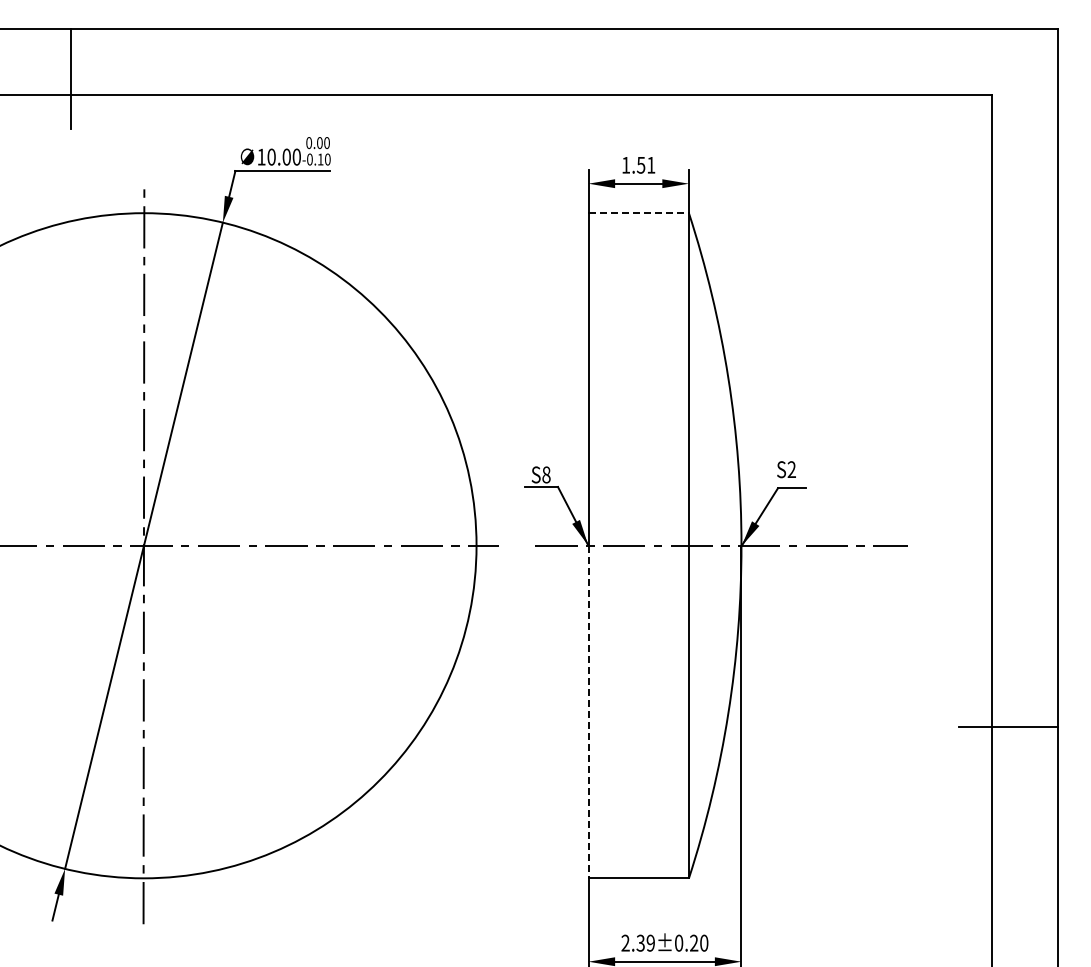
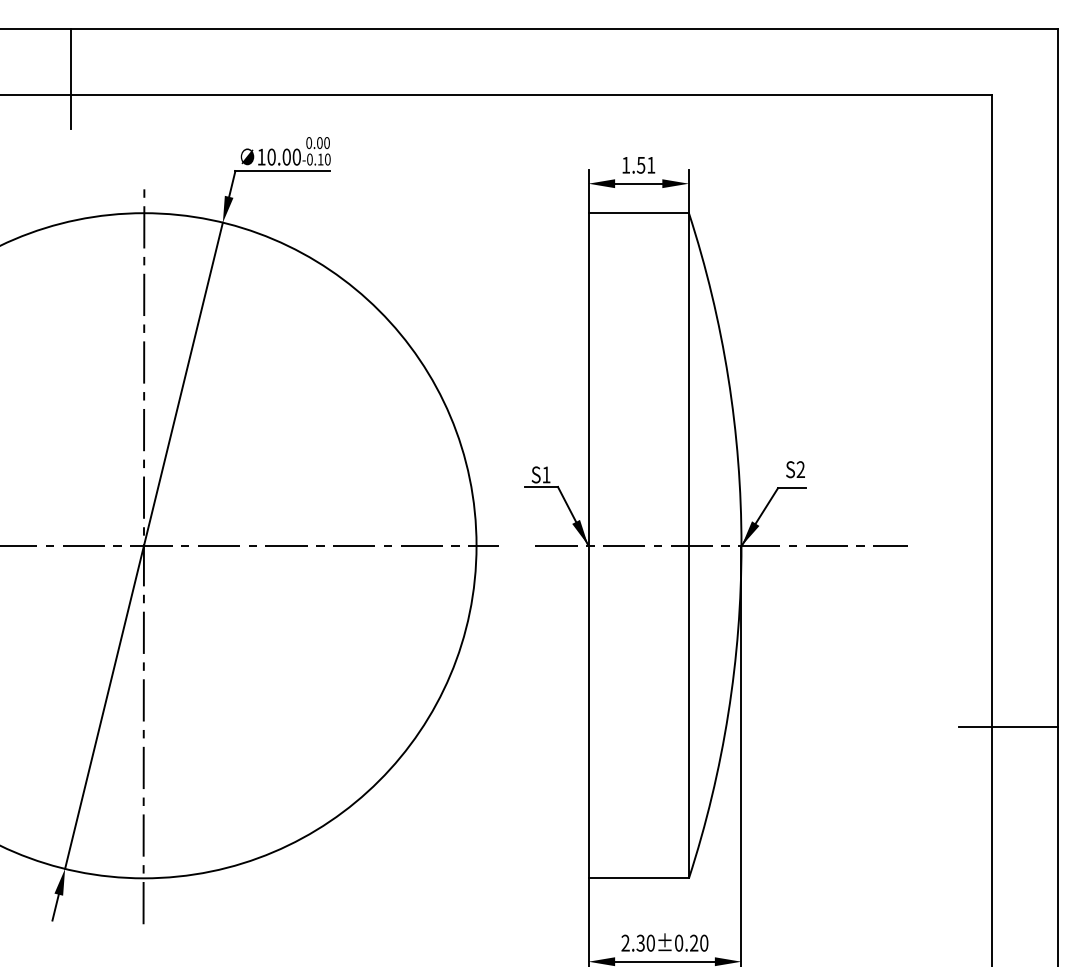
line at (639, 213): dashed -> solid
text at (786, 469) position: (786, 469) -> (795, 469)
text at (546, 474): S8 -> S1
line at (588, 712): dashed -> solid
text at (650, 942): 2.39±0.20 -> 2.30±0.20
